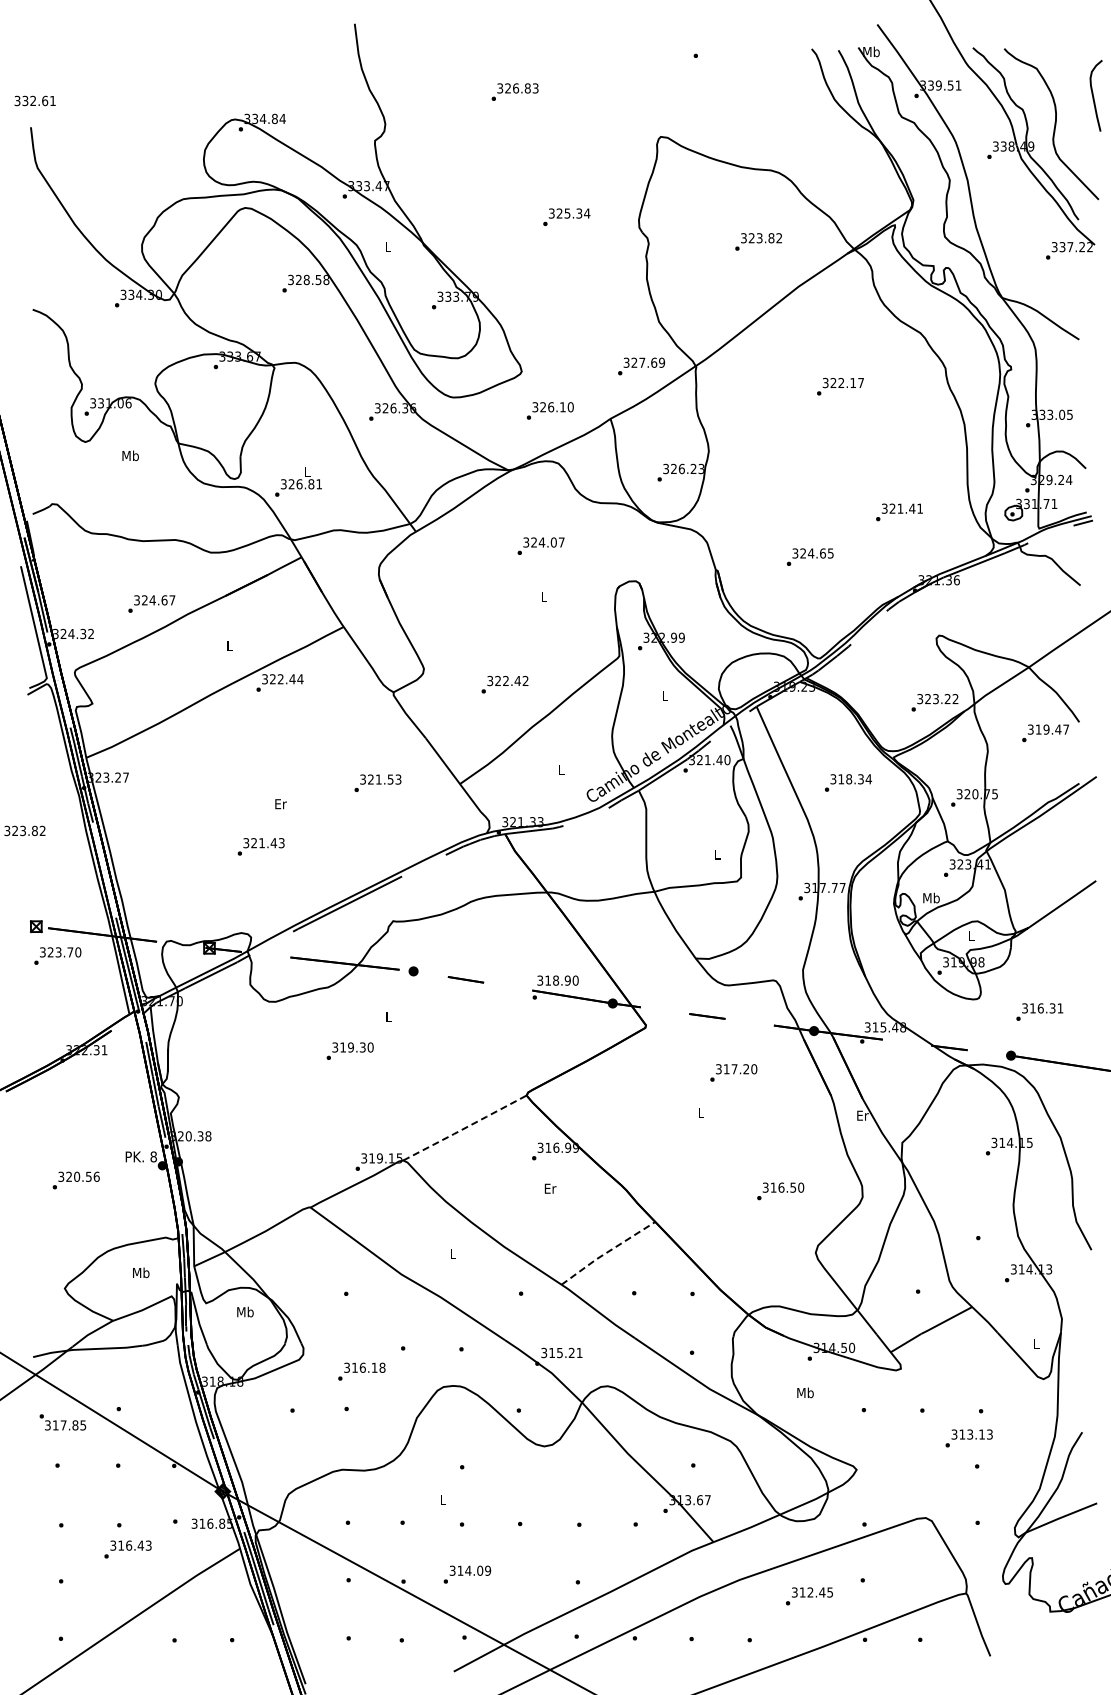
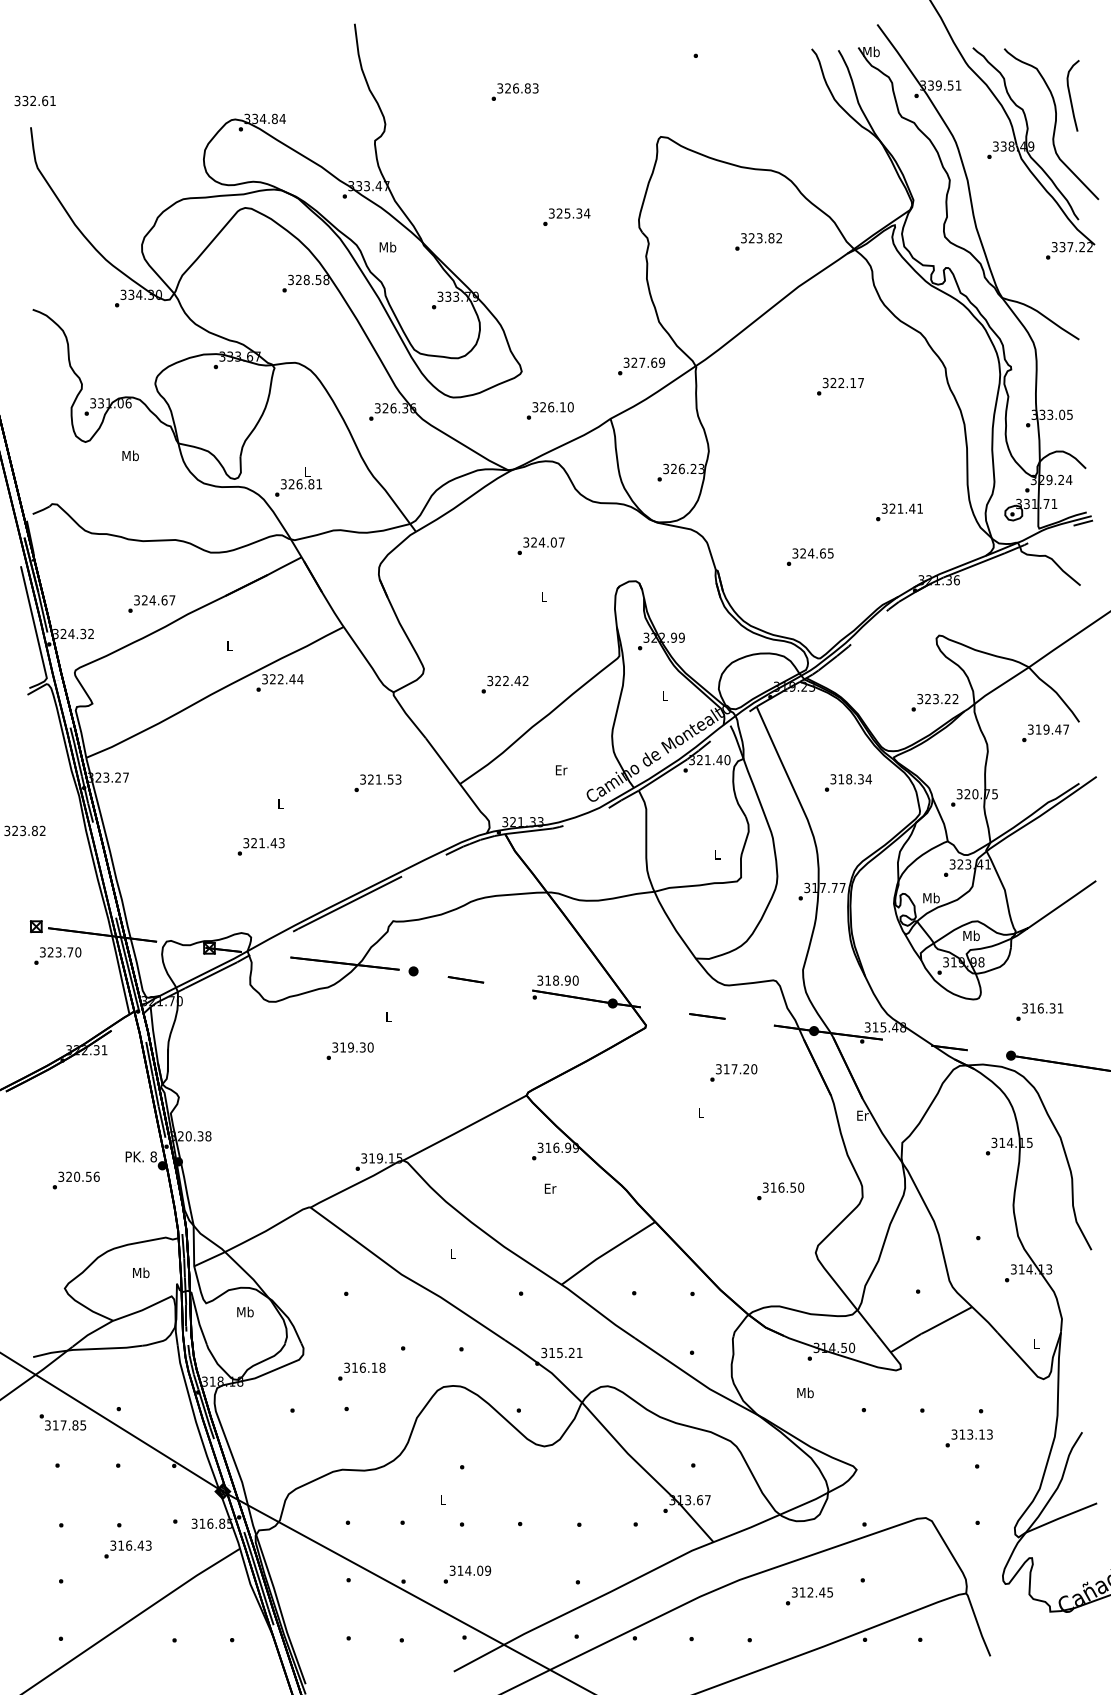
curve at (1093, 95) position: (1093, 95) -> (1070, 95)
text at (387, 247): L -> Mb
text at (561, 770): L -> Er
text at (280, 804): Er -> L
text at (971, 935): L -> Mb
line at (465, 1127): dashed -> solid
line at (607, 1252): dashed -> solid
